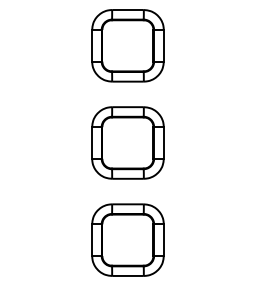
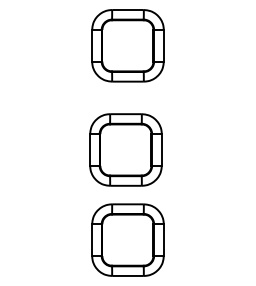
part at (127, 142) position: (127, 142) -> (125, 149)
